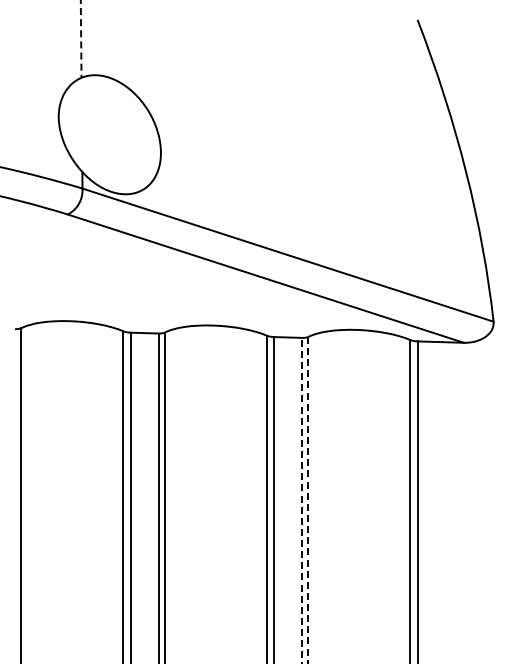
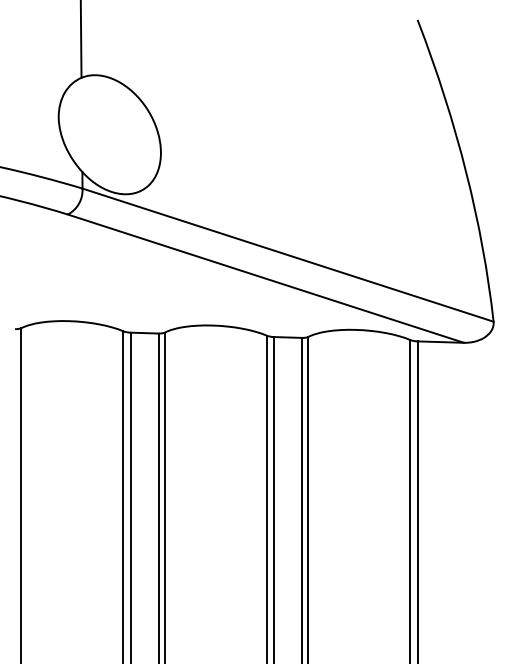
line at (81, 39): dashed -> solid
line at (302, 500): dashed -> solid
line at (308, 500): dashed -> solid
